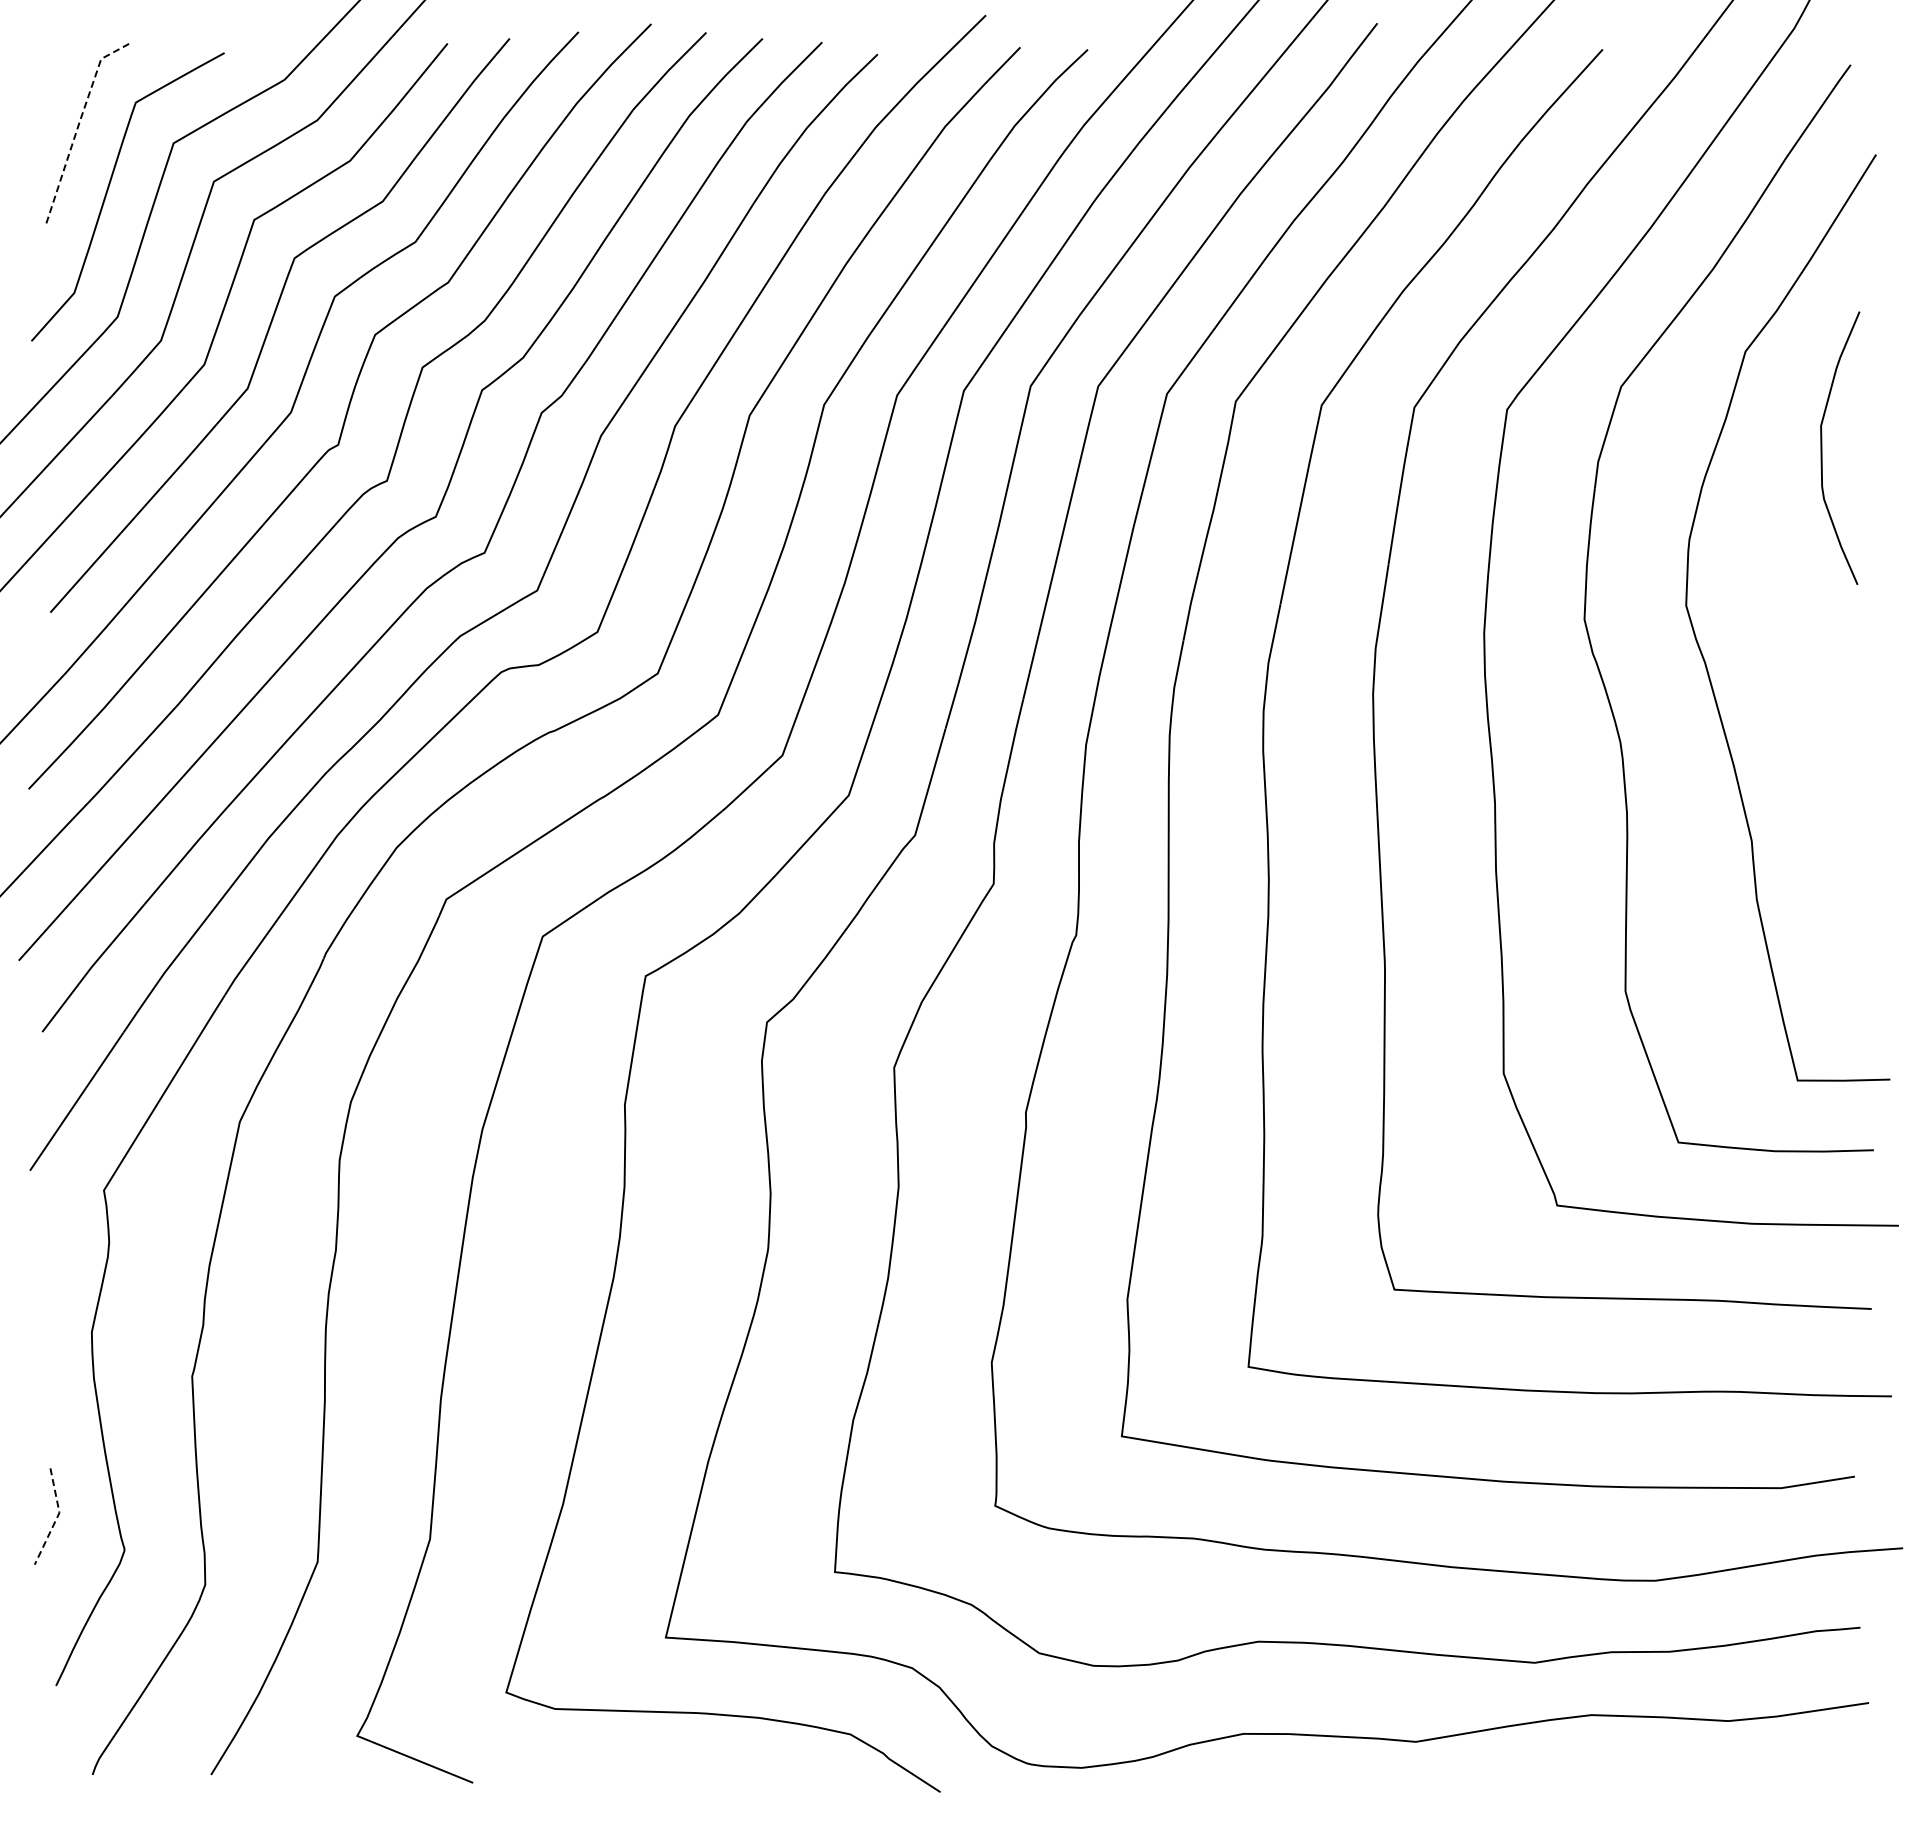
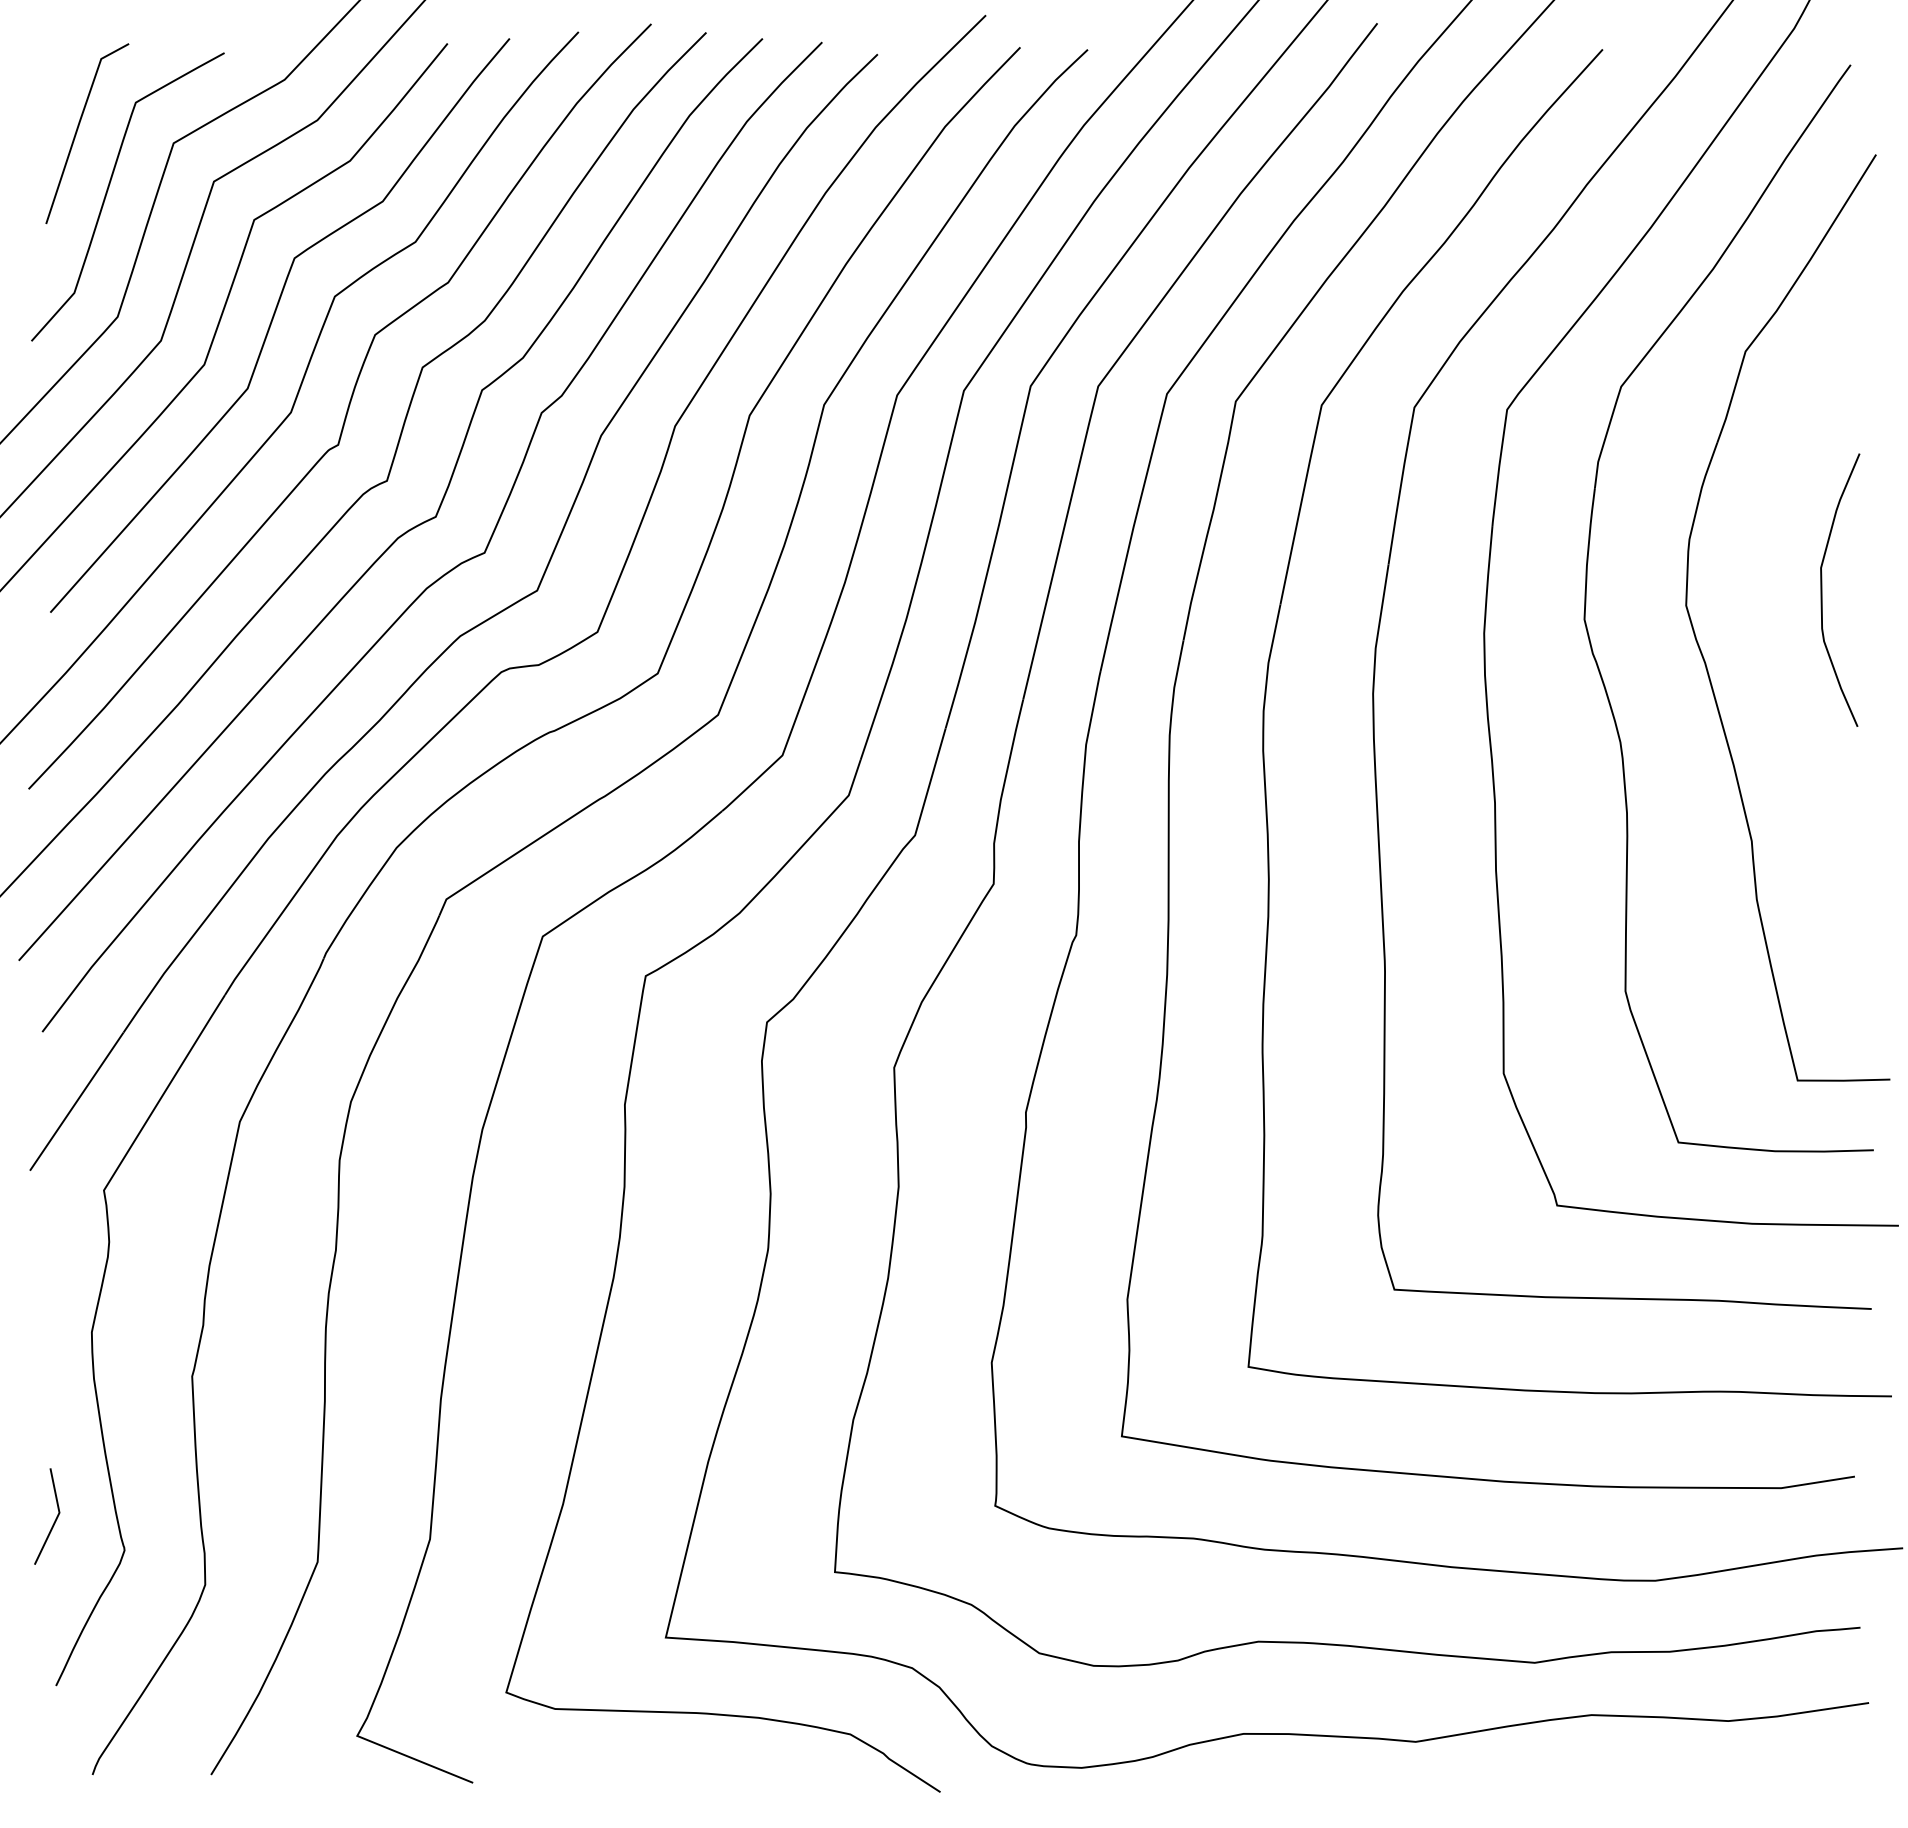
line at (78, 125): dashed -> solid
curve at (1822, 447) position: (1822, 447) -> (1822, 589)
line at (56, 1518): dashed -> solid
